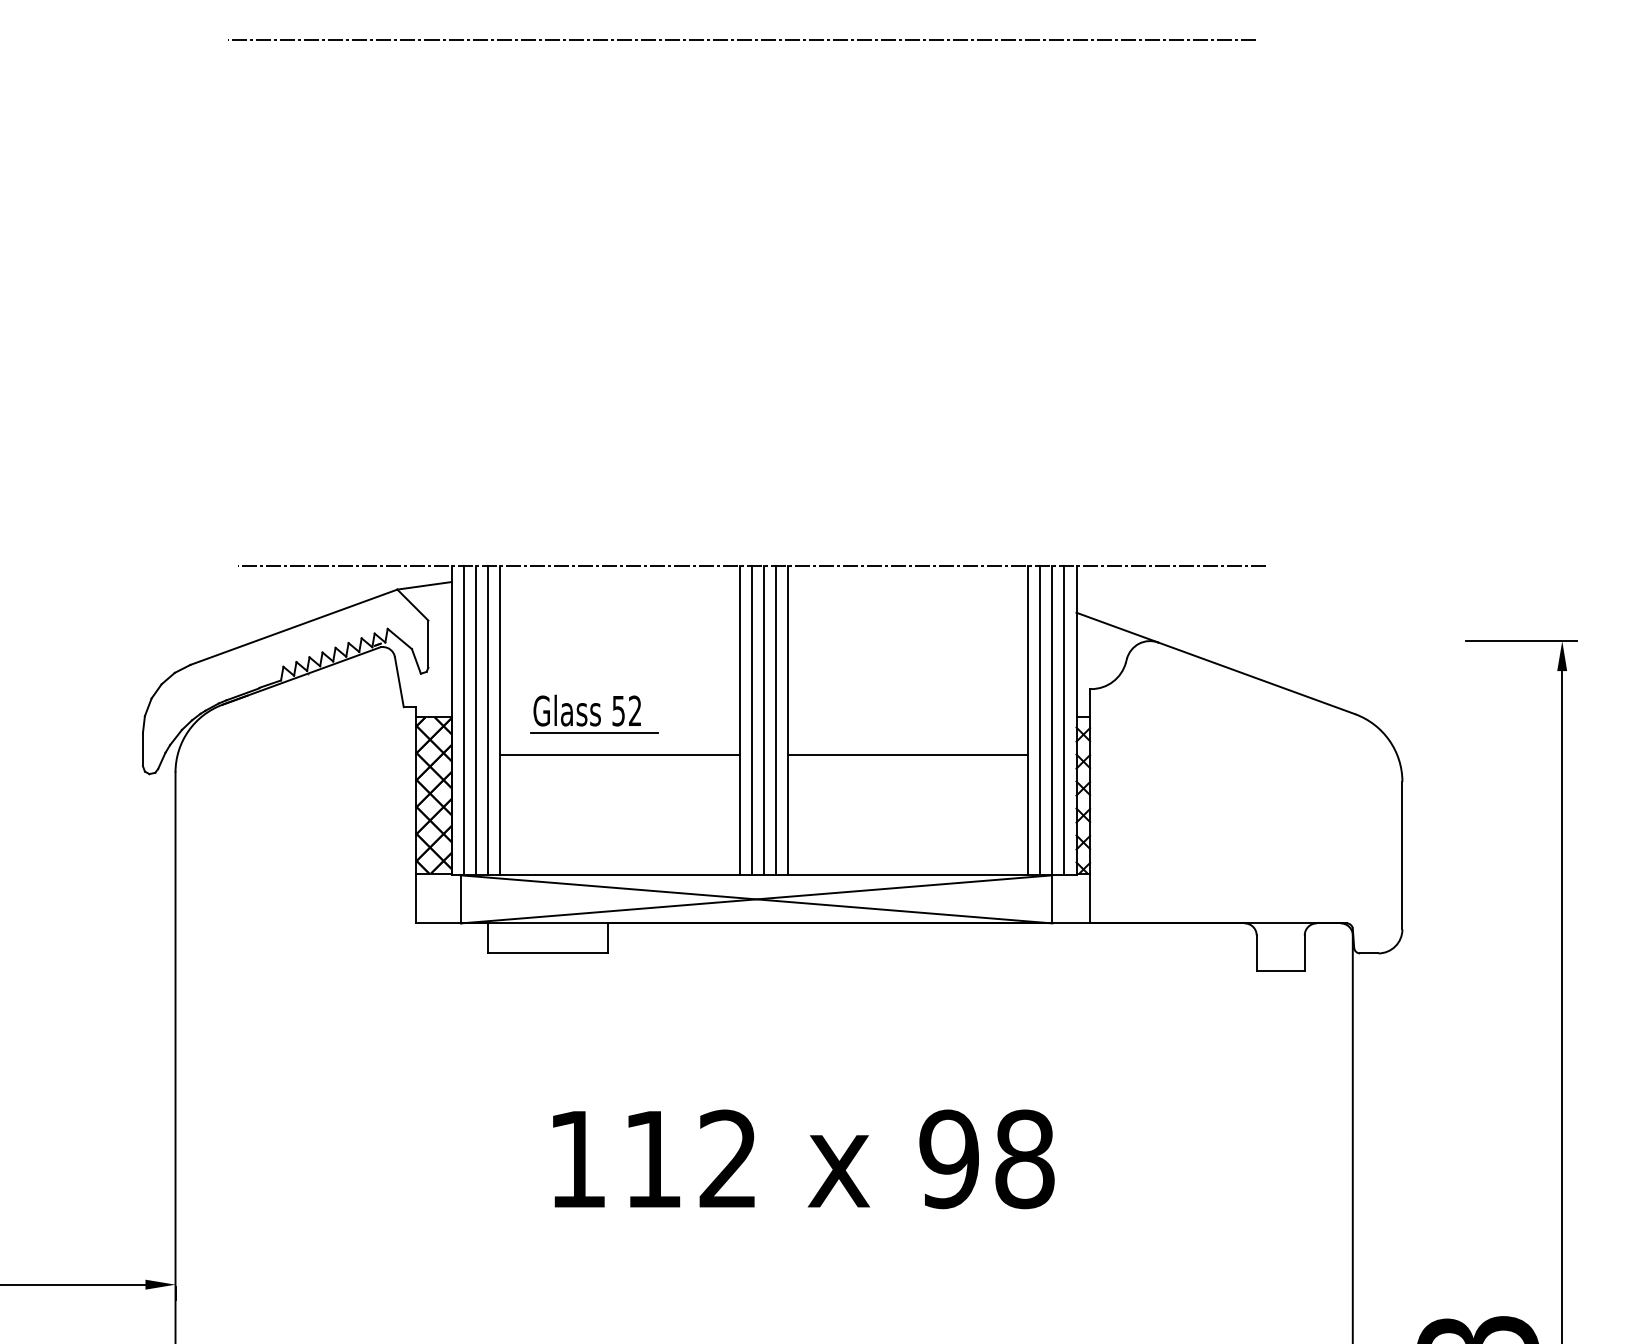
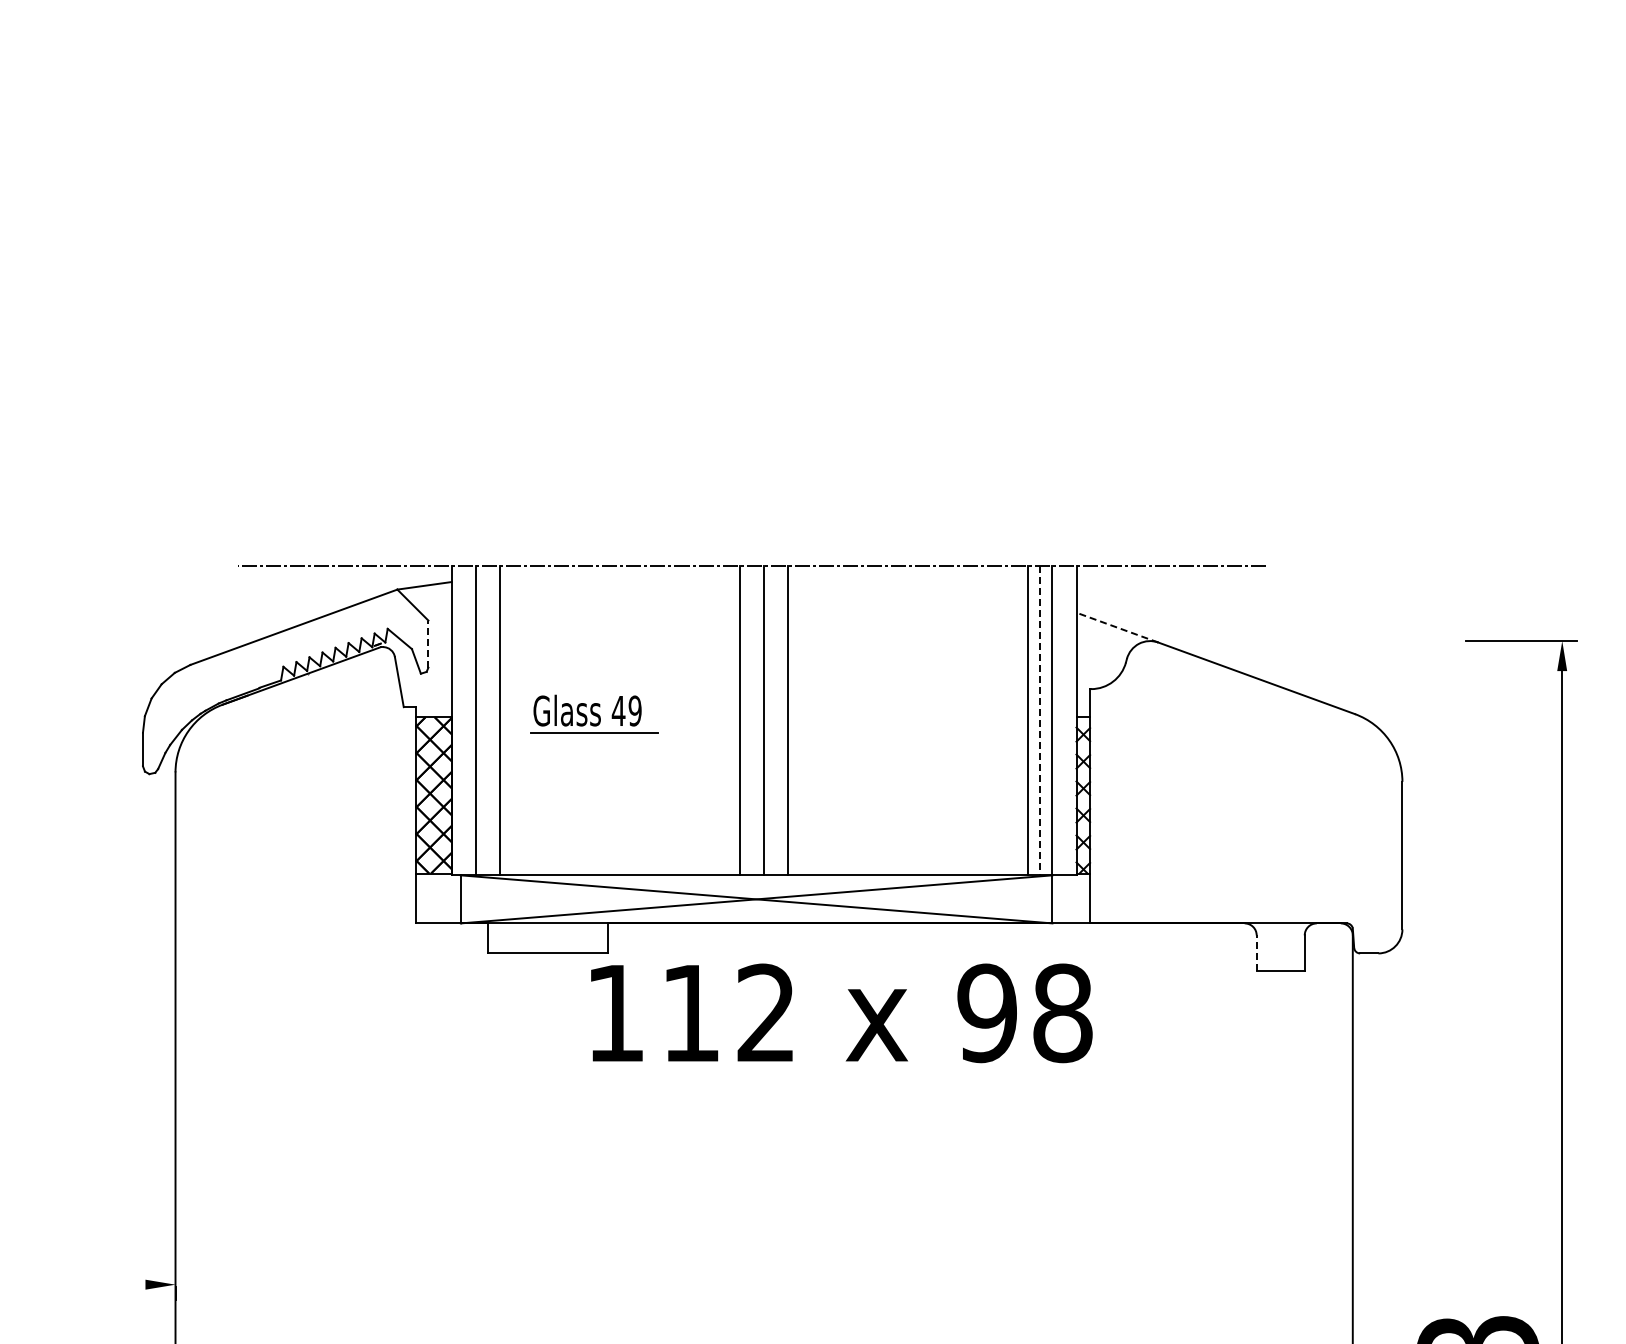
line at (742, 40): present -> none
line at (1117, 627): solid -> dashed
line at (428, 644): solid -> dashed
text at (626, 710): 52 -> 49
line at (463, 720): present -> none
line at (487, 720): present -> none
line at (752, 720): present -> none
line at (776, 720): present -> none
line at (1040, 720): solid -> dashed
line at (1064, 720): present -> none
line at (619, 755): present -> none
line at (908, 755): present -> none
line at (1256, 952): solid -> dashed
text at (803, 1159) position: (803, 1159) -> (841, 1013)
line at (73, 1284): present -> none
